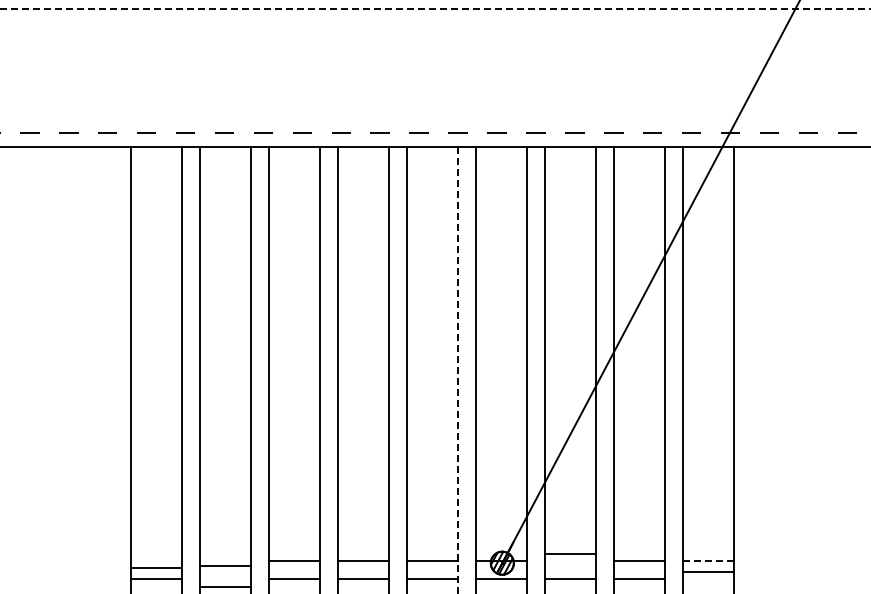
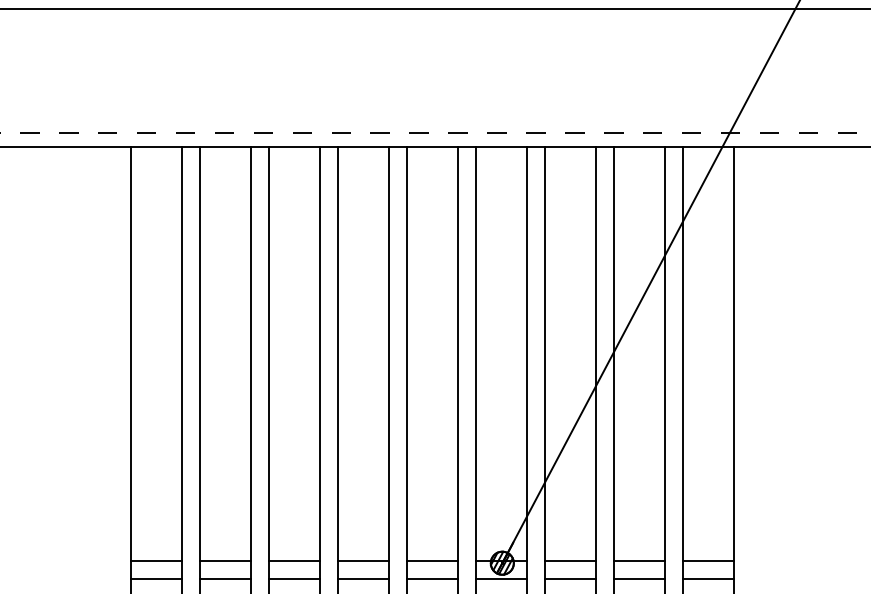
line at (435, 9): dashed -> solid
line at (457, 370): dashed -> solid
line at (570, 553) position: (570, 553) -> (570, 560)
line at (707, 560): dashed -> solid
line at (225, 565) position: (225, 565) -> (225, 560)
line at (156, 567) position: (156, 567) -> (156, 560)
line at (708, 572) position: (708, 572) -> (708, 579)
line at (225, 587) position: (225, 587) -> (225, 579)
